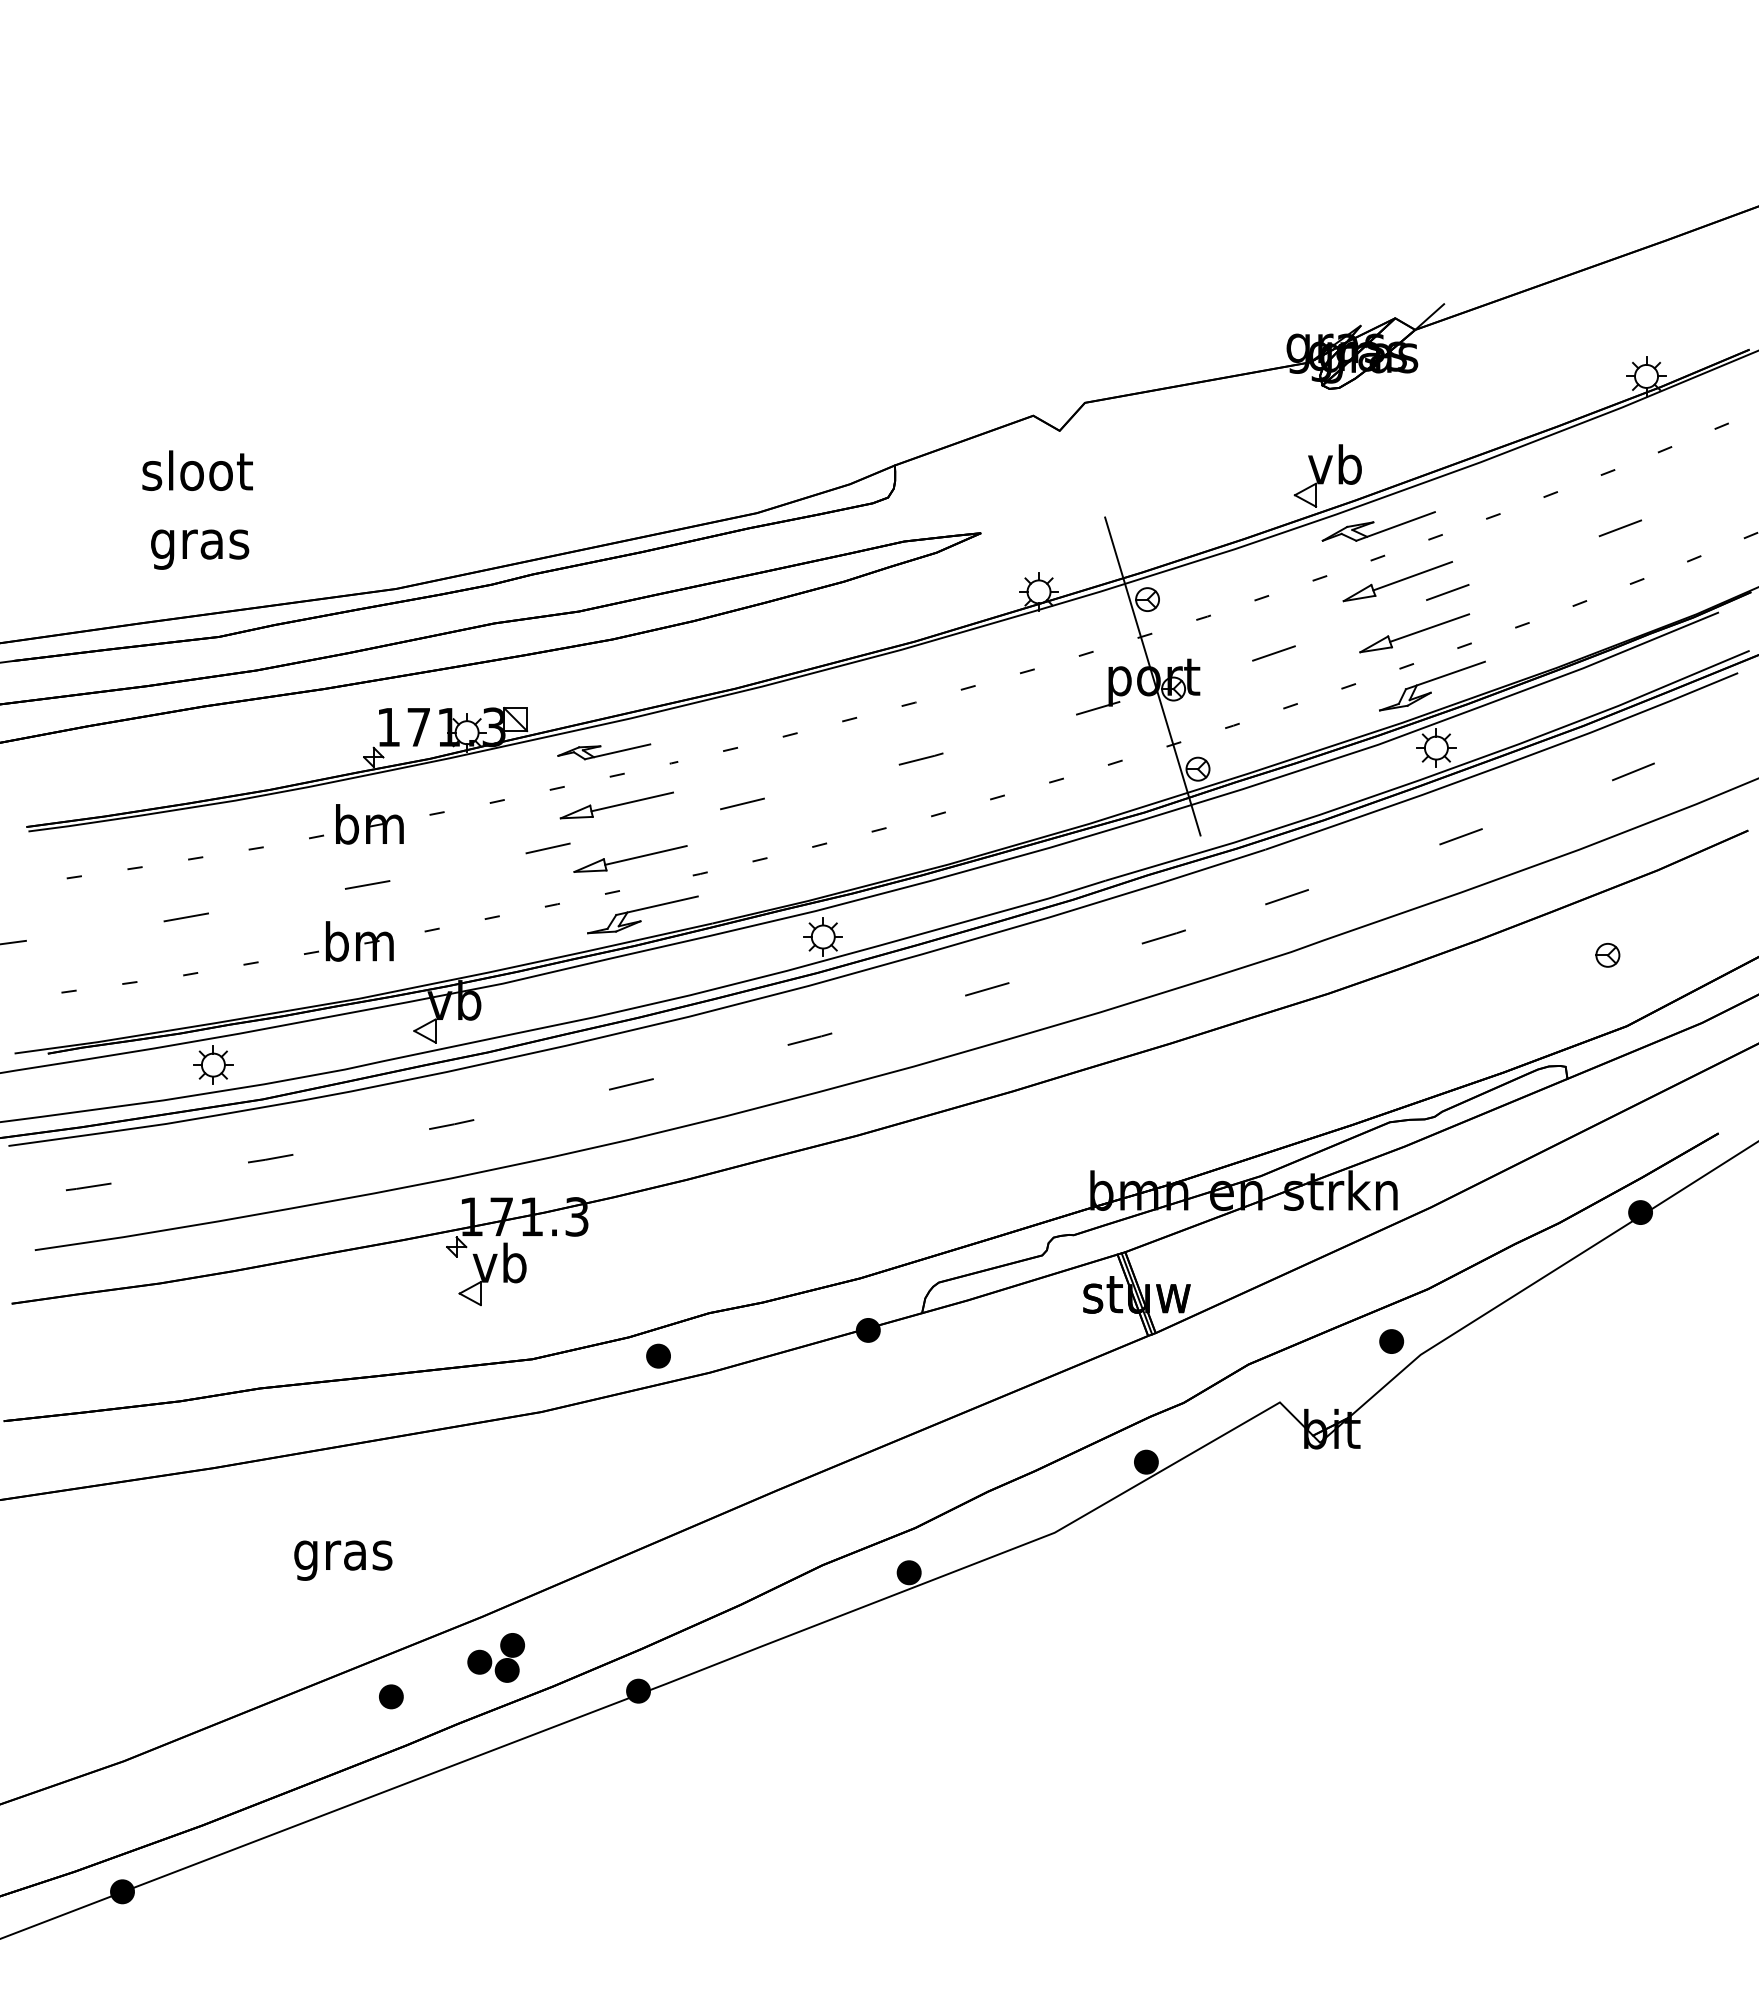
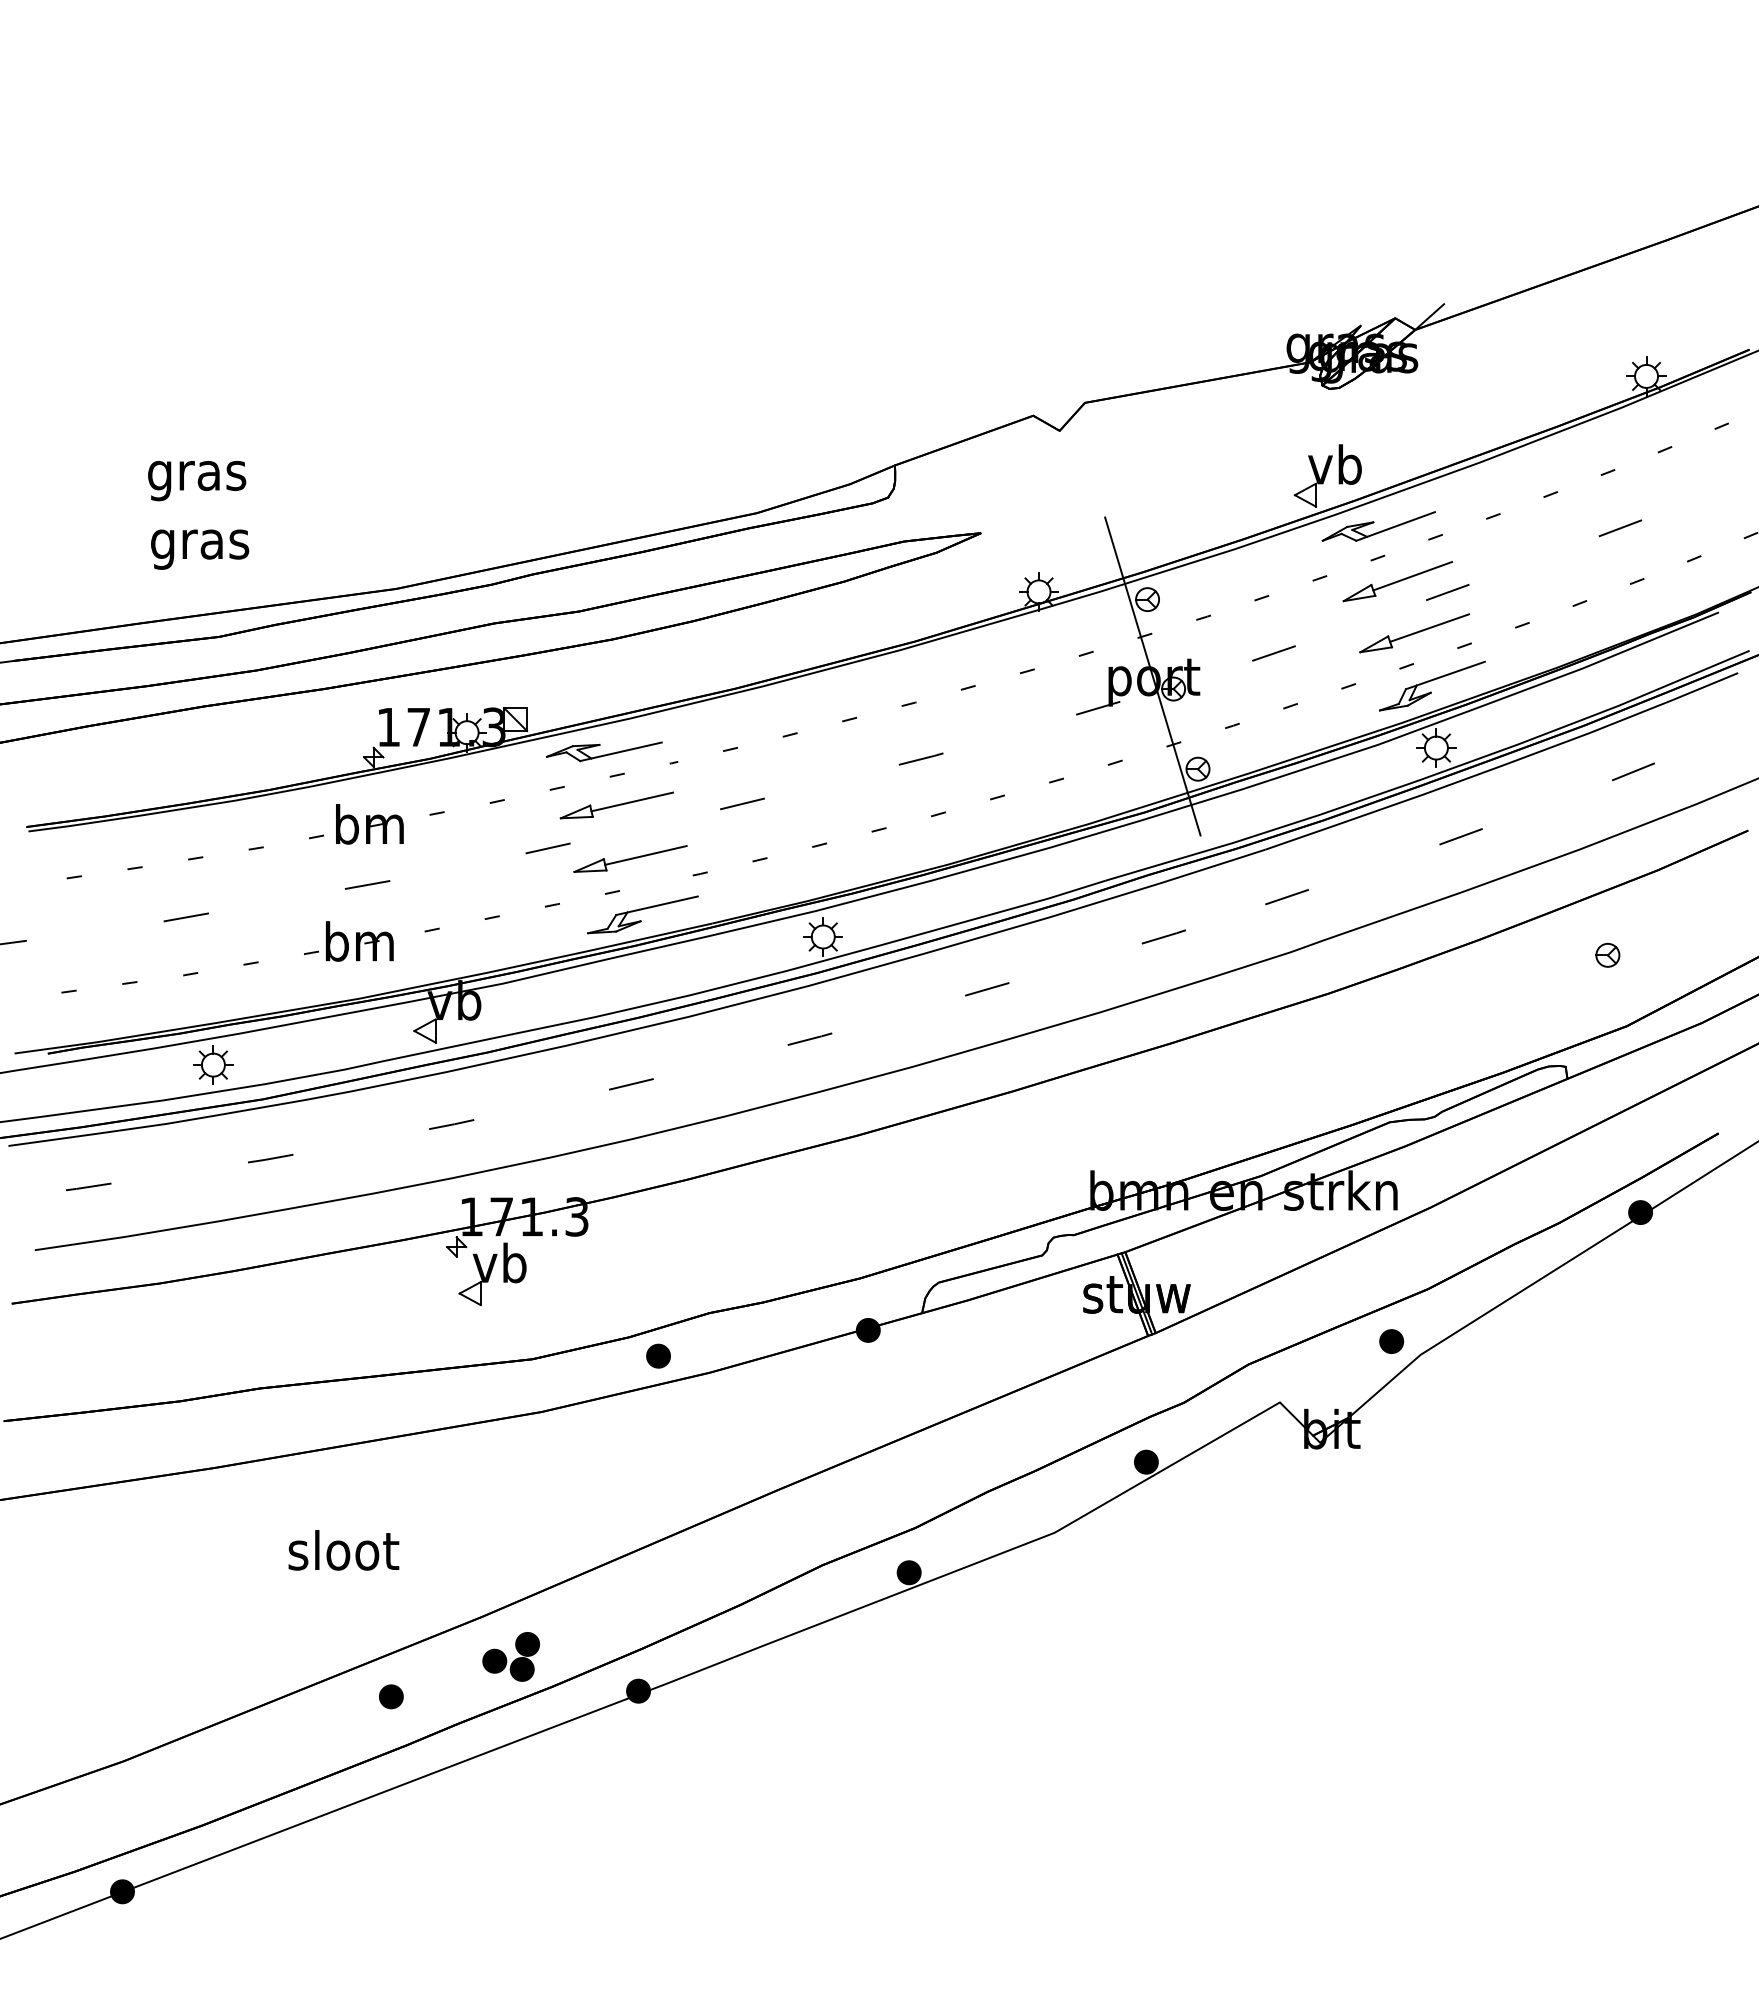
text at (197, 475): sloot -> gras
part at (604, 751) size: 95x18 px -> 118x22 px
text at (343, 1555): gras -> sloot
part at (495, 1657) position: (495, 1657) -> (510, 1656)
